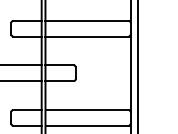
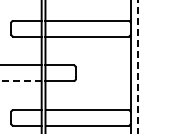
line at (137, 67): solid -> dashed
line at (20, 81): solid -> dashed
